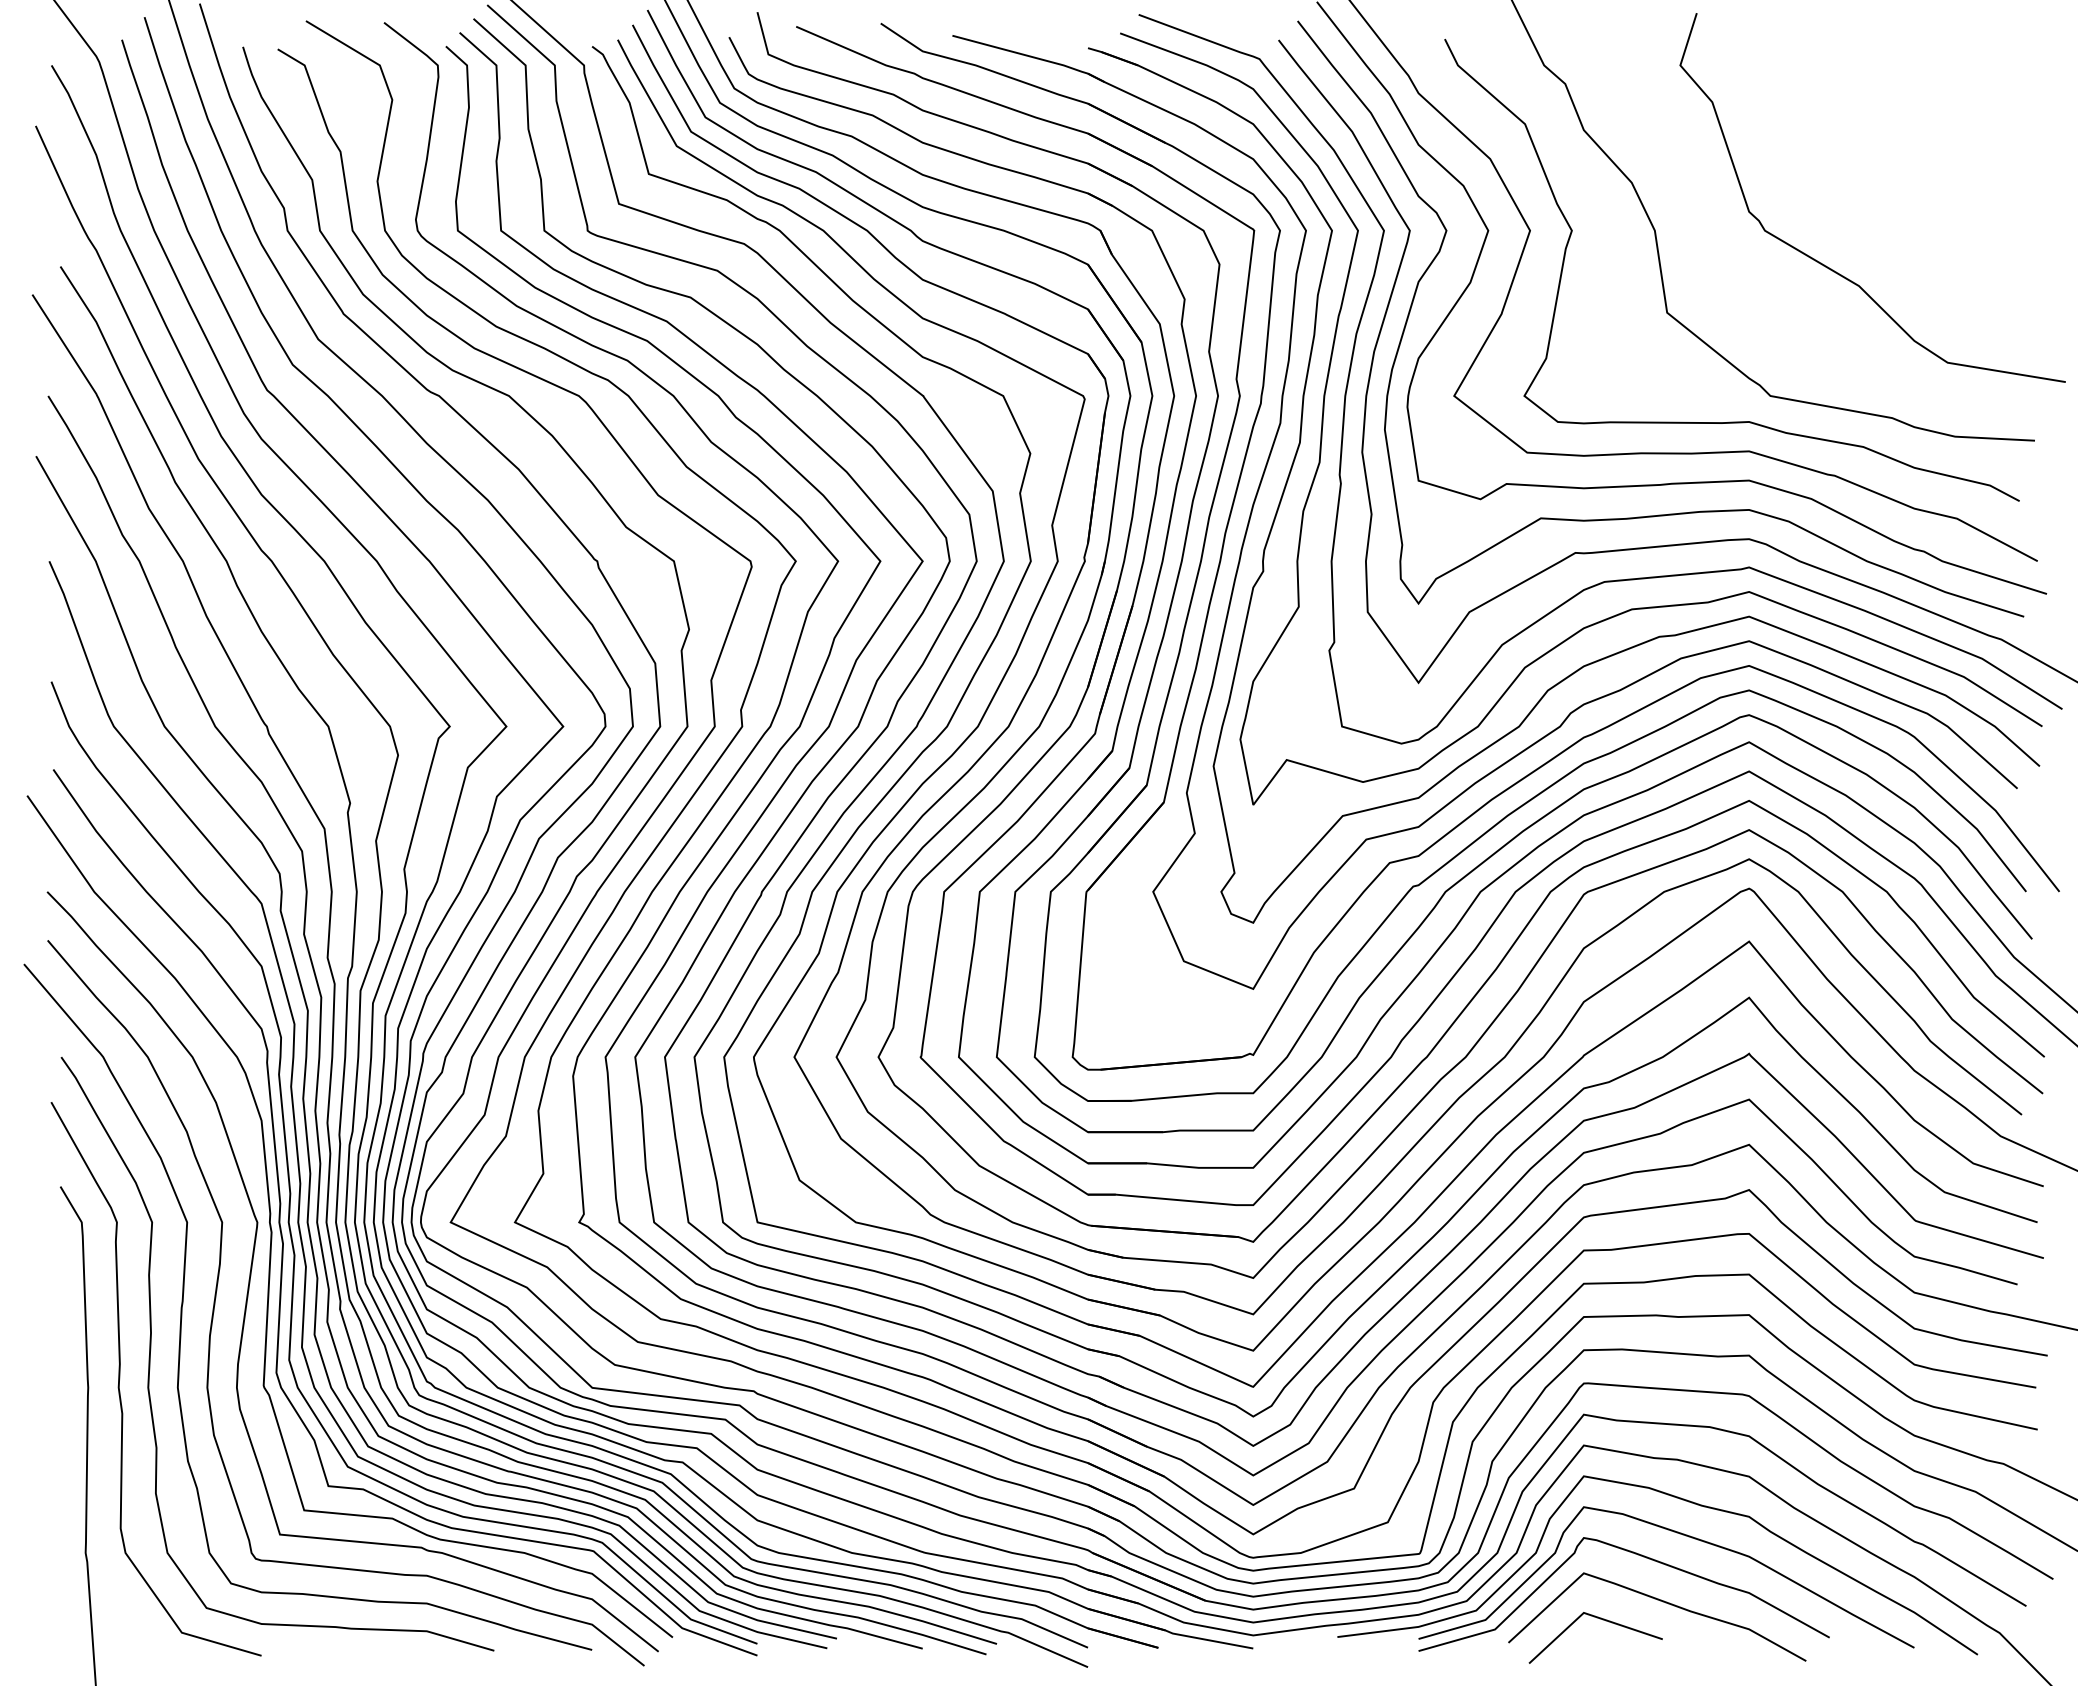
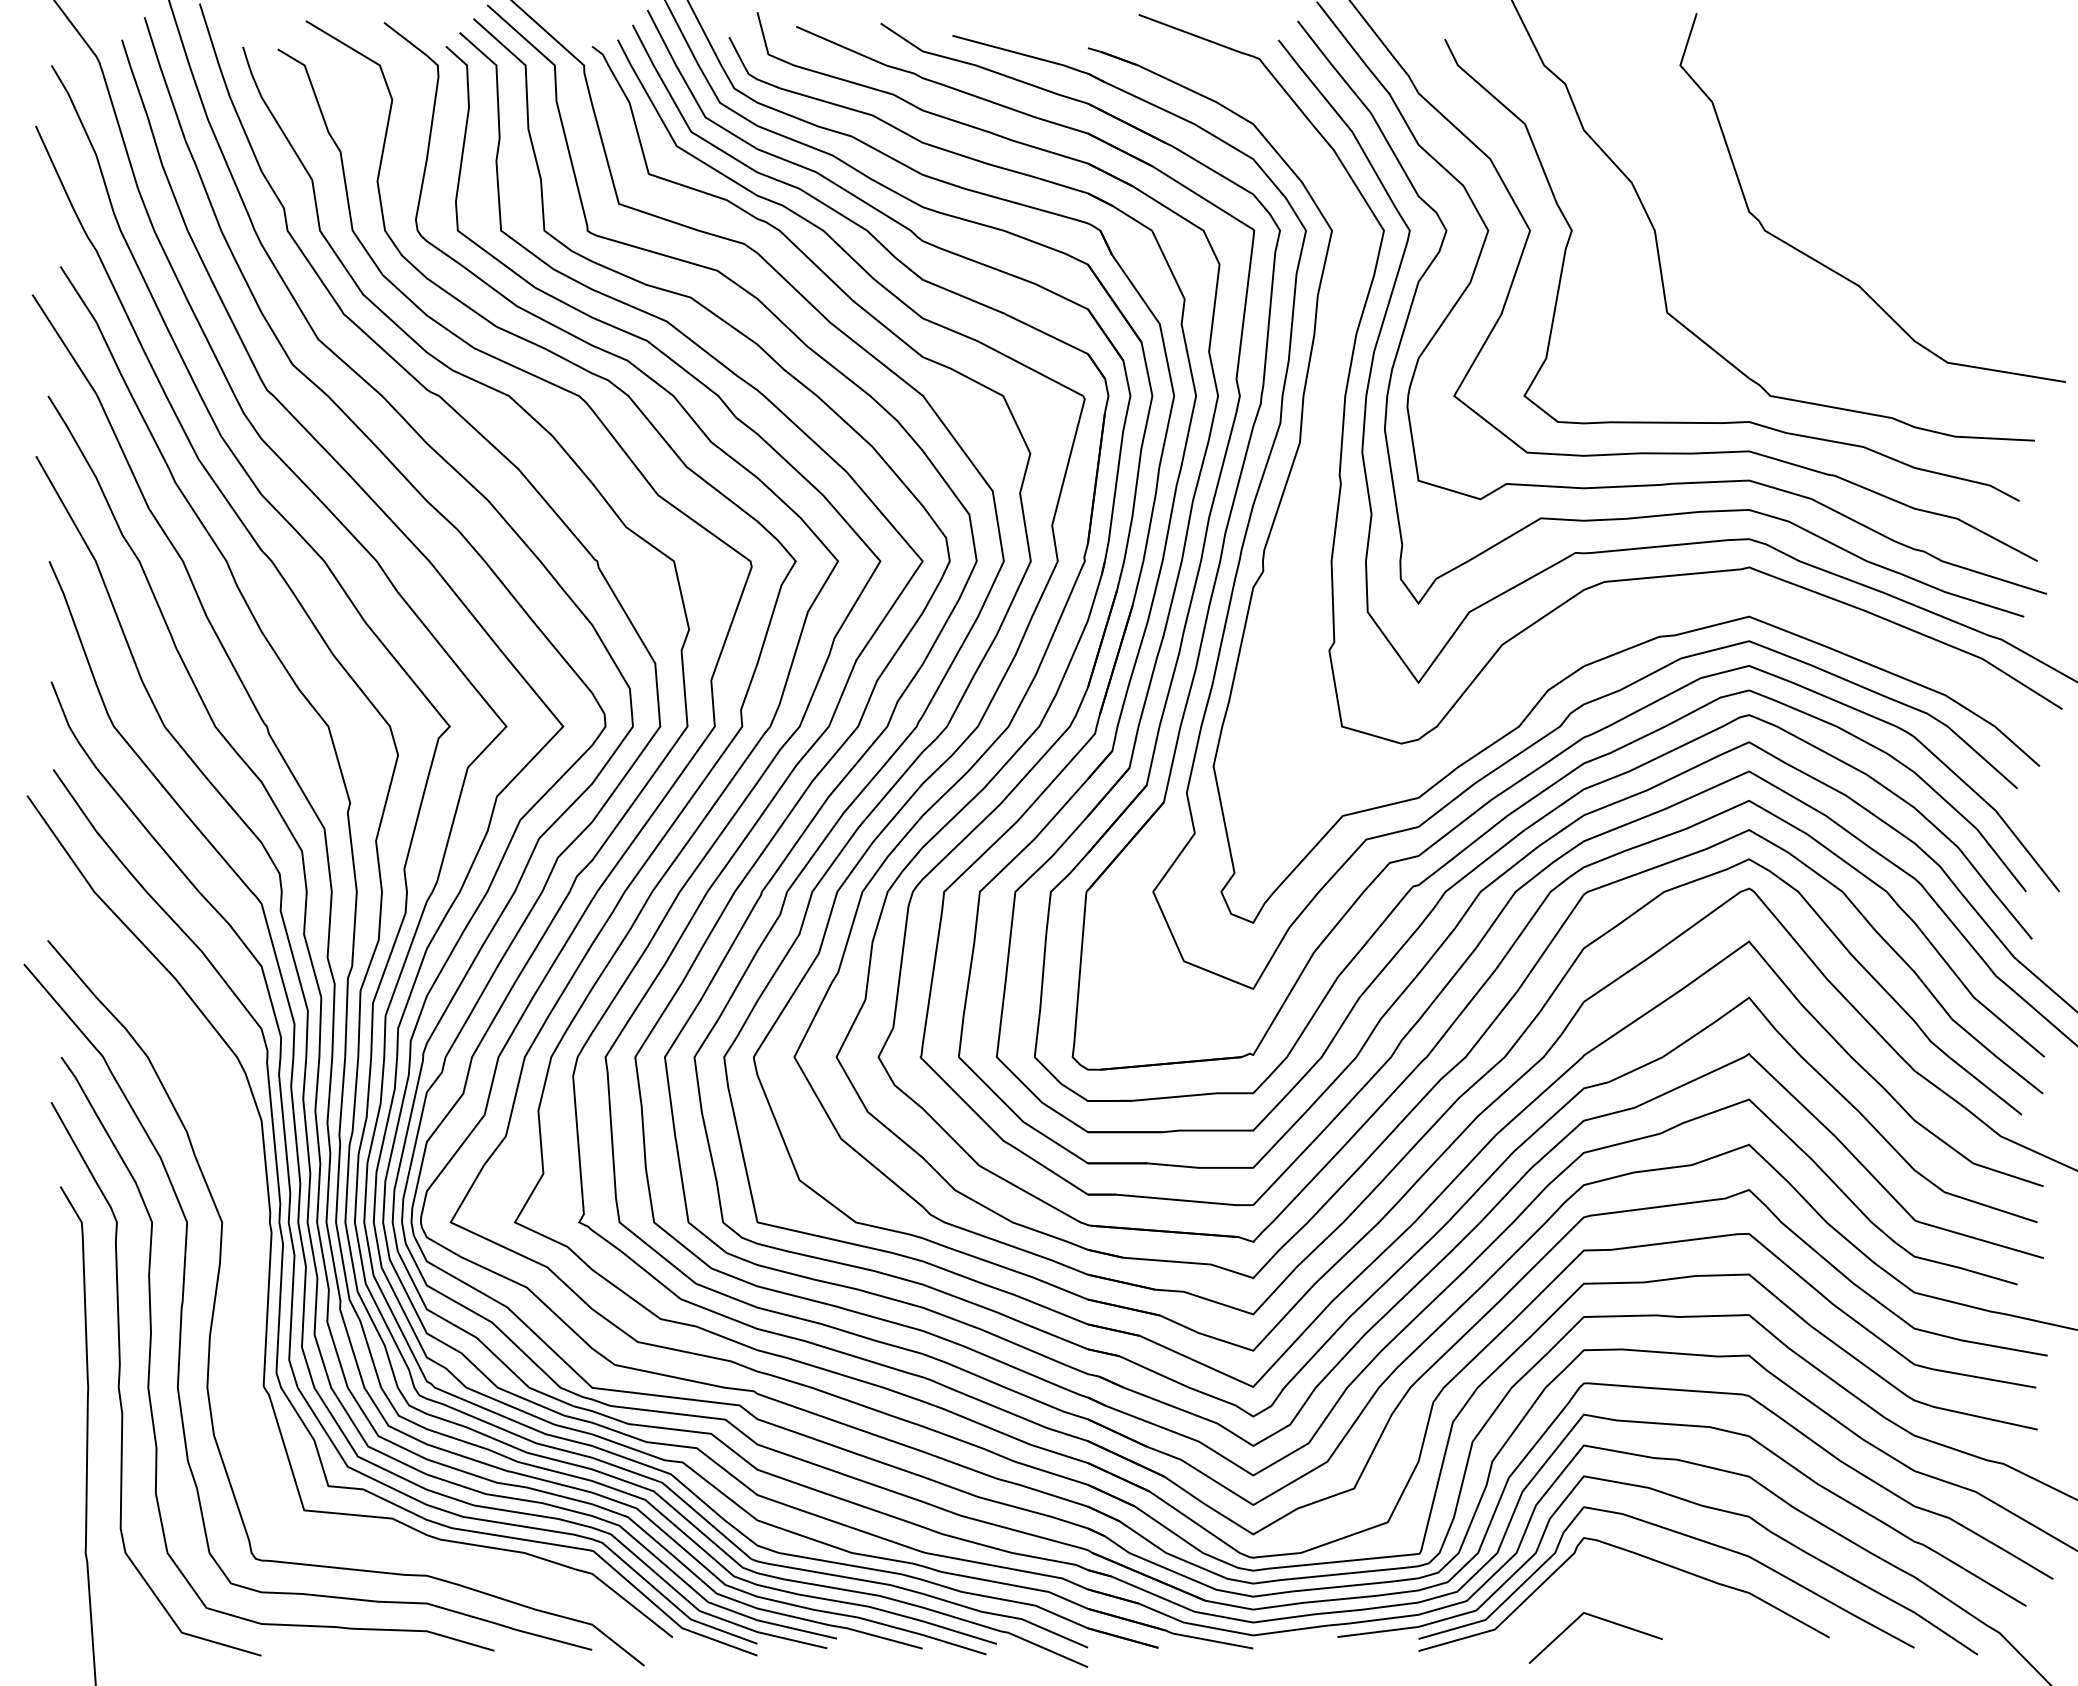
curve at (1631, 608): present -> none
curve at (254, 1254): present -> none
curve at (1663, 1602): present -> none
